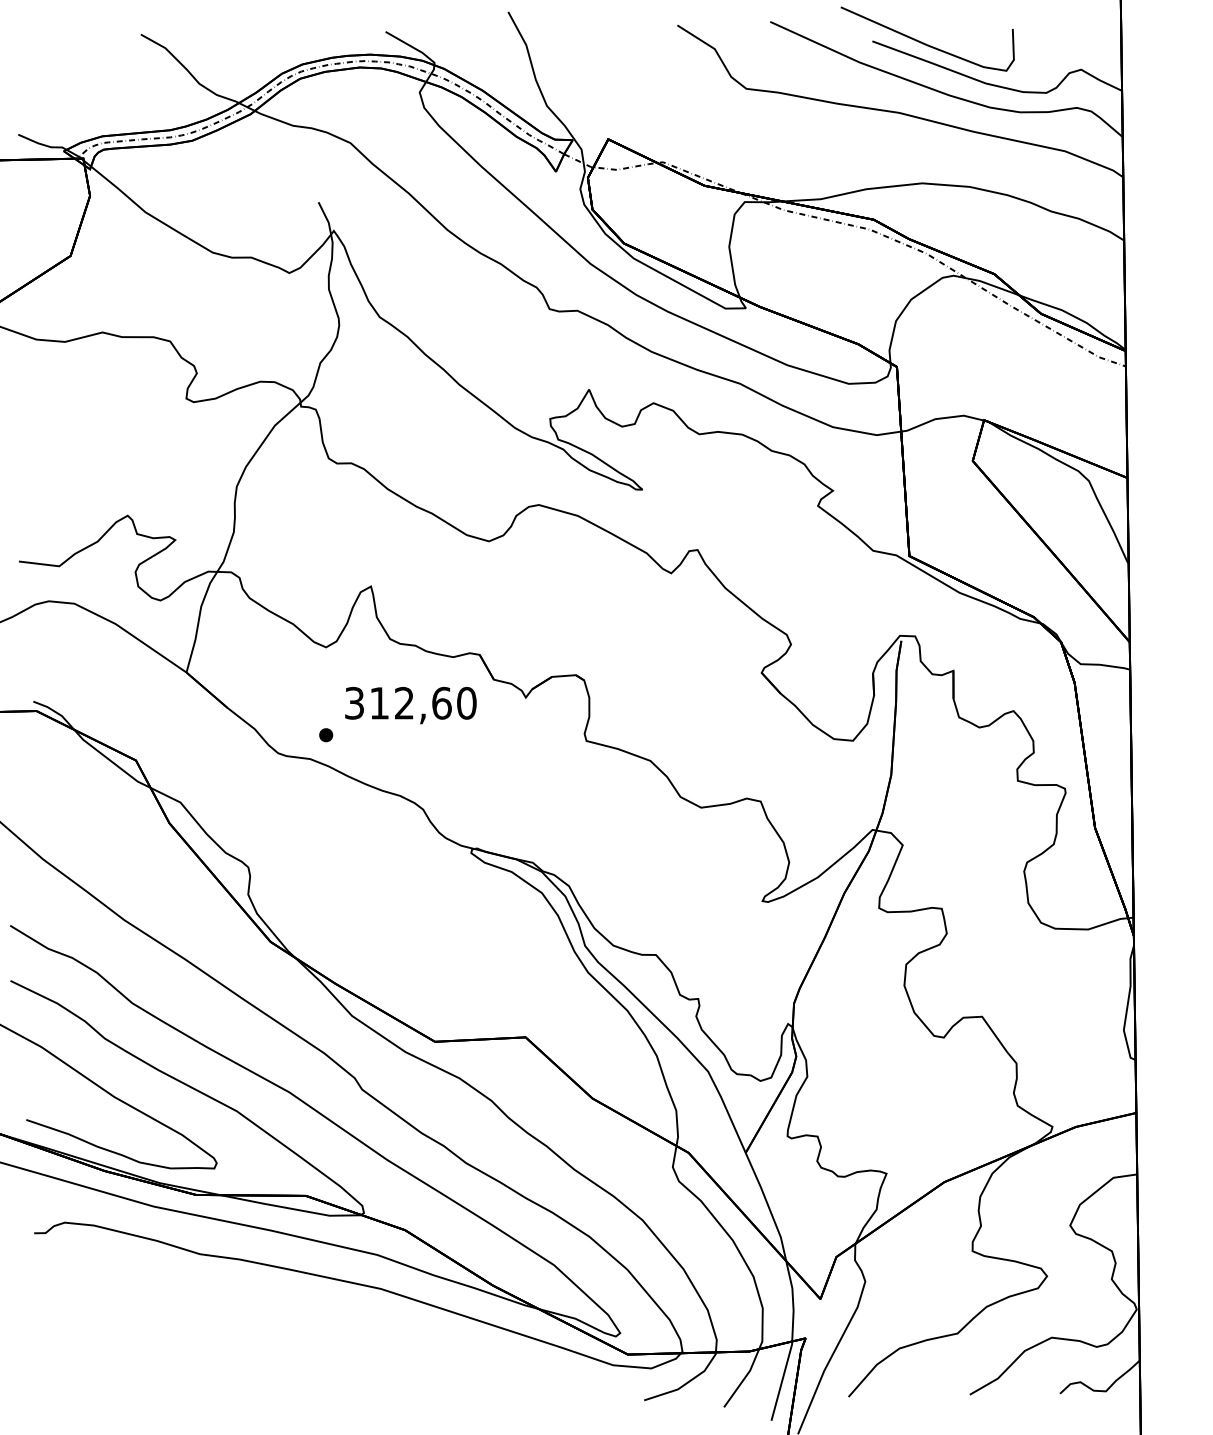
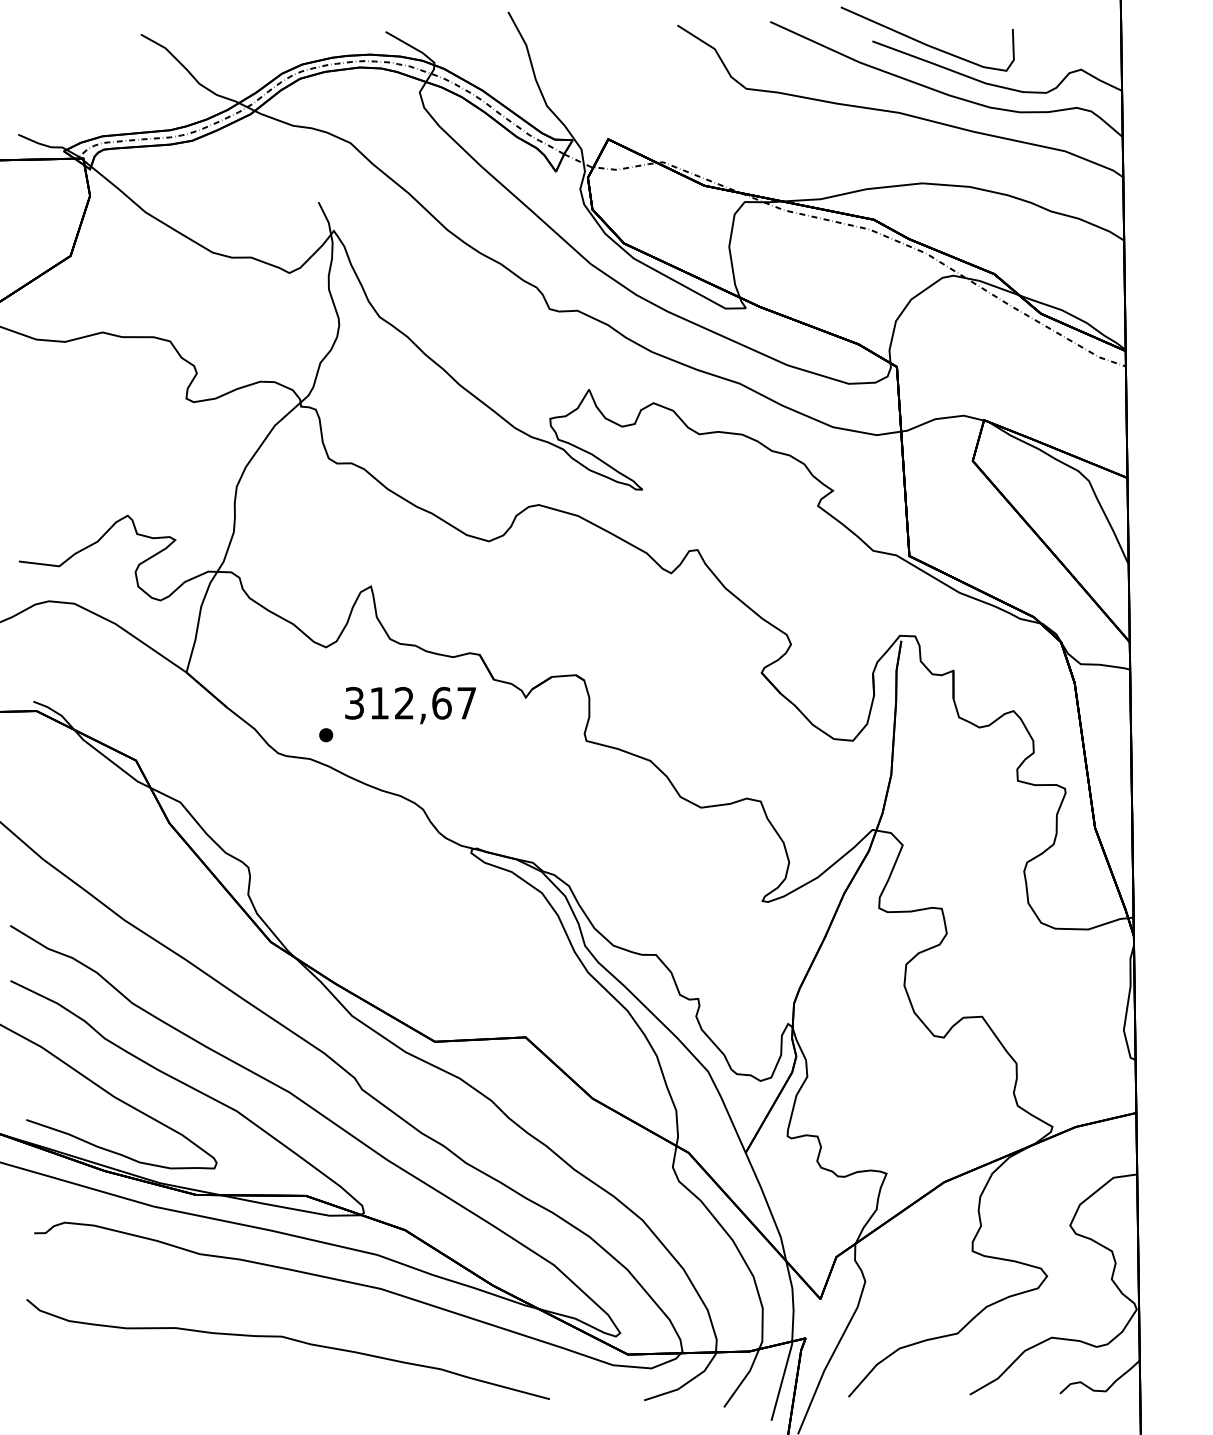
text at (466, 702): 312,60 -> 312,67
curve at (291, 1340): none -> present
